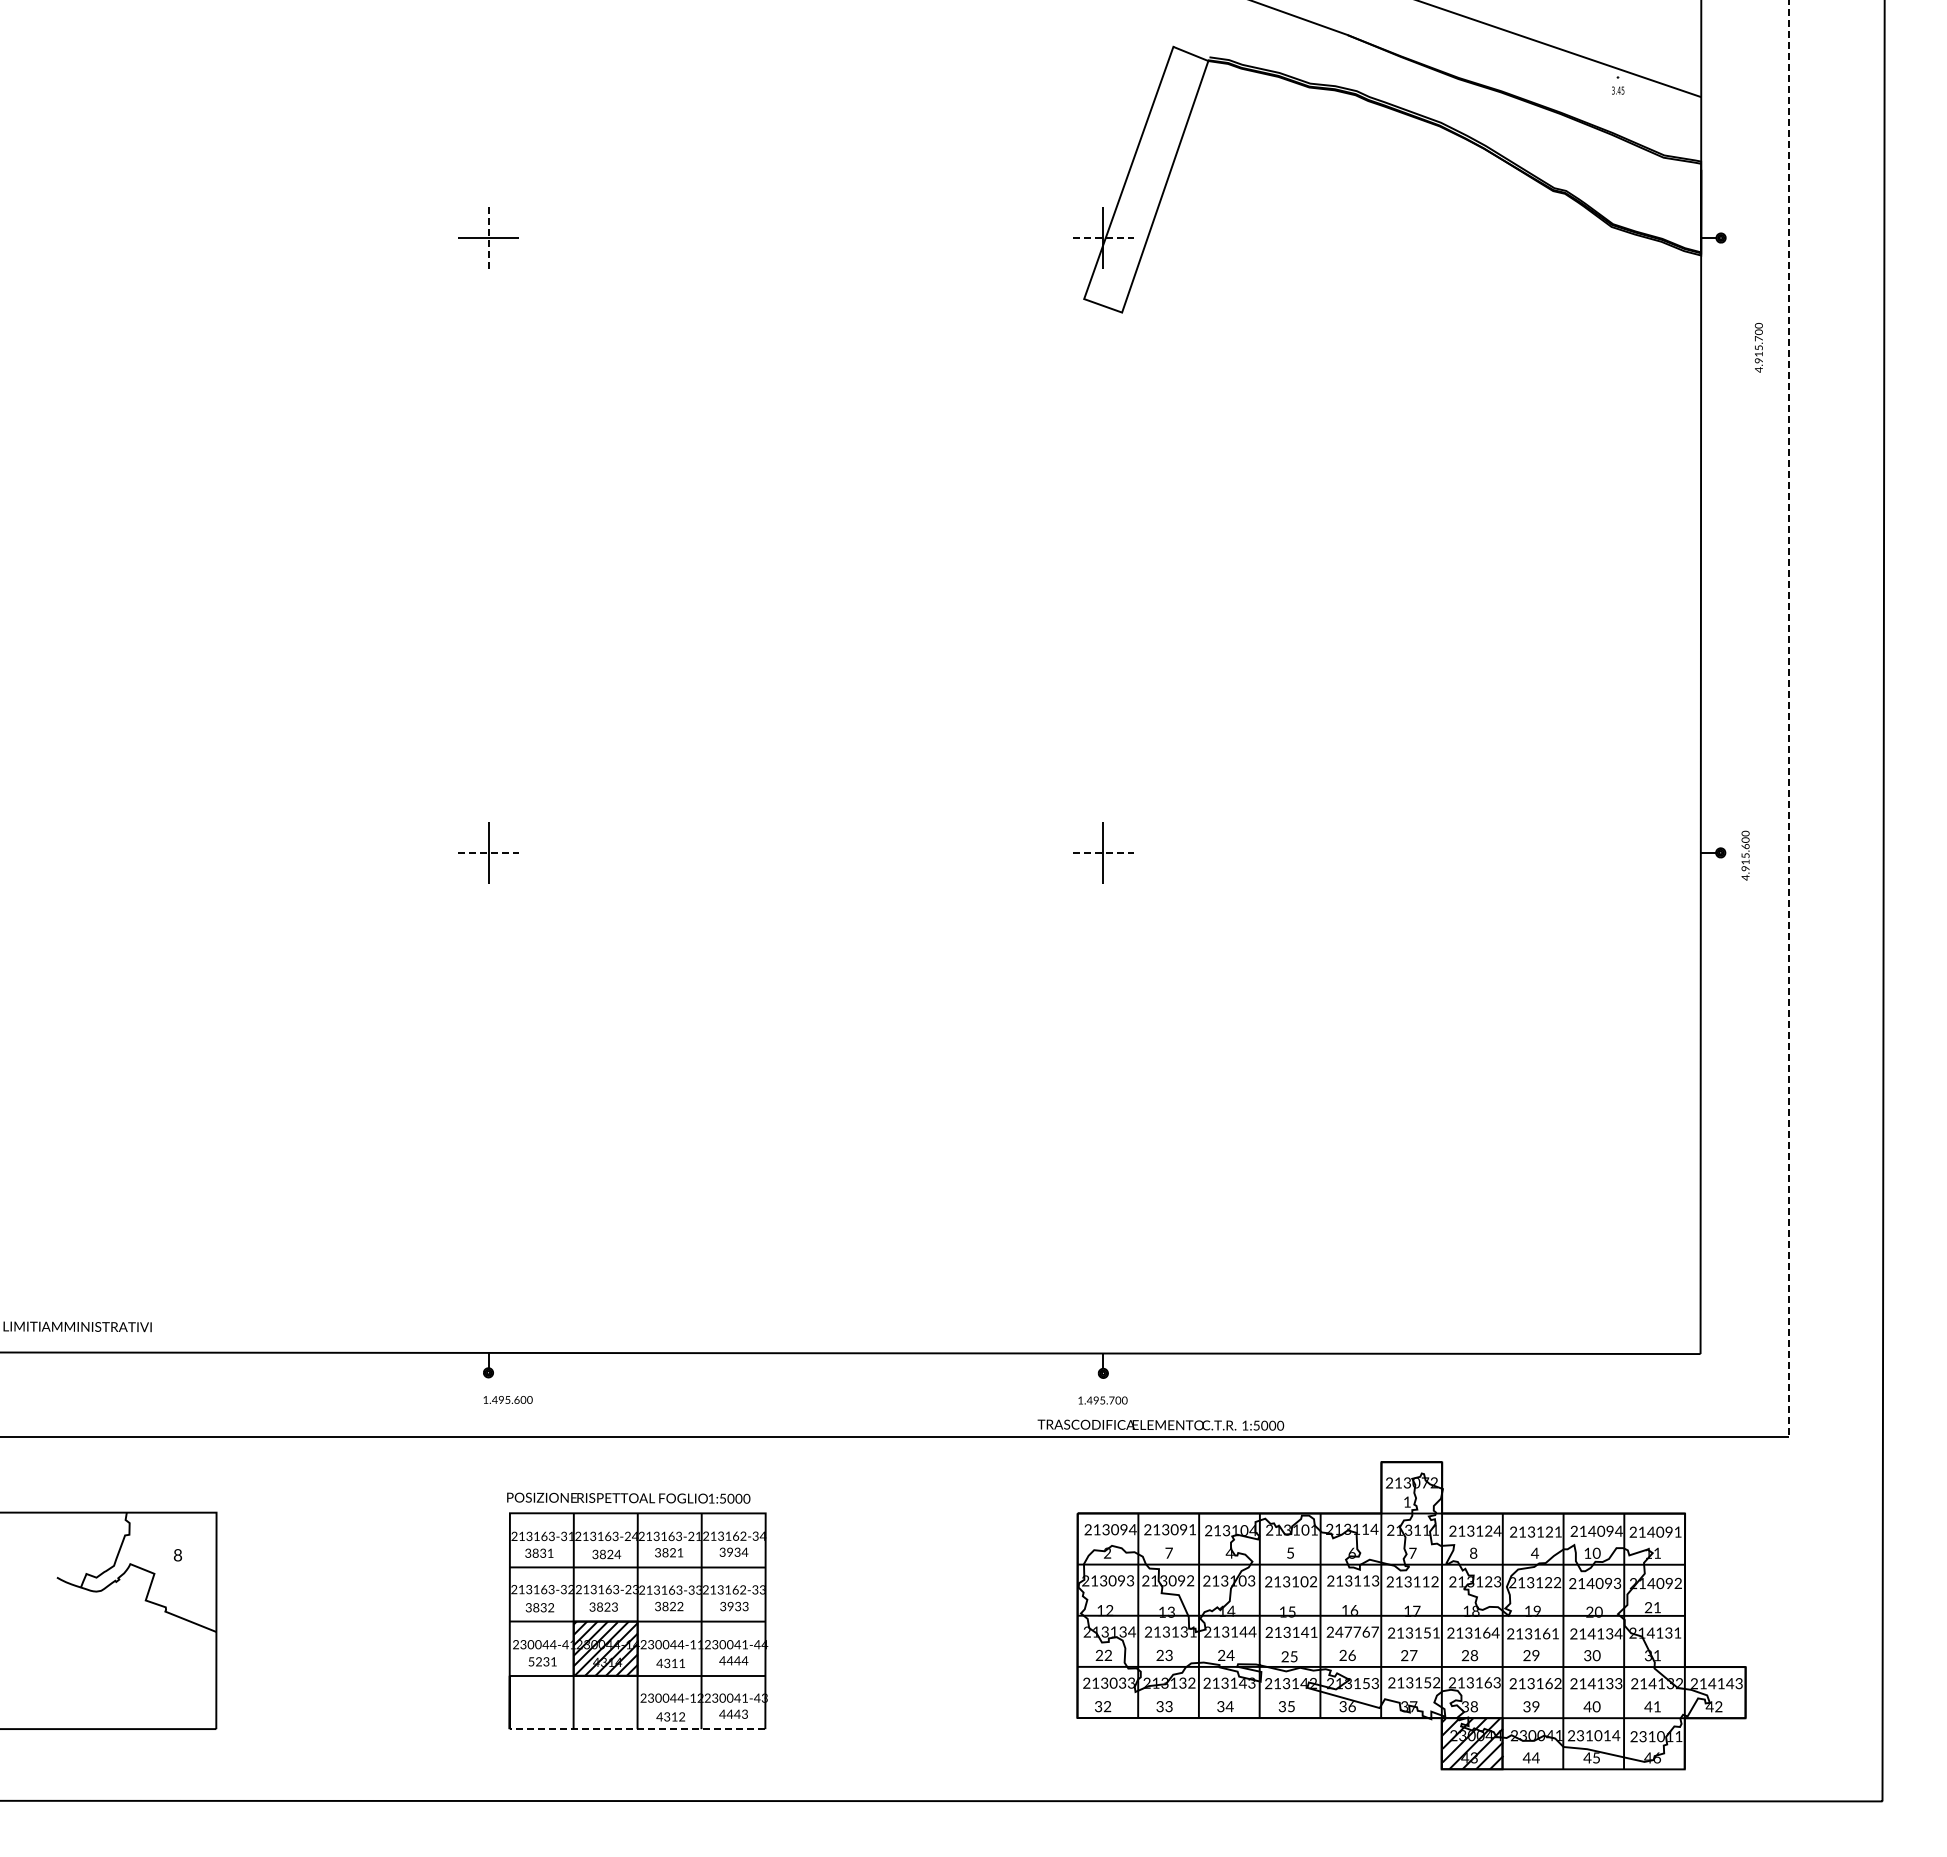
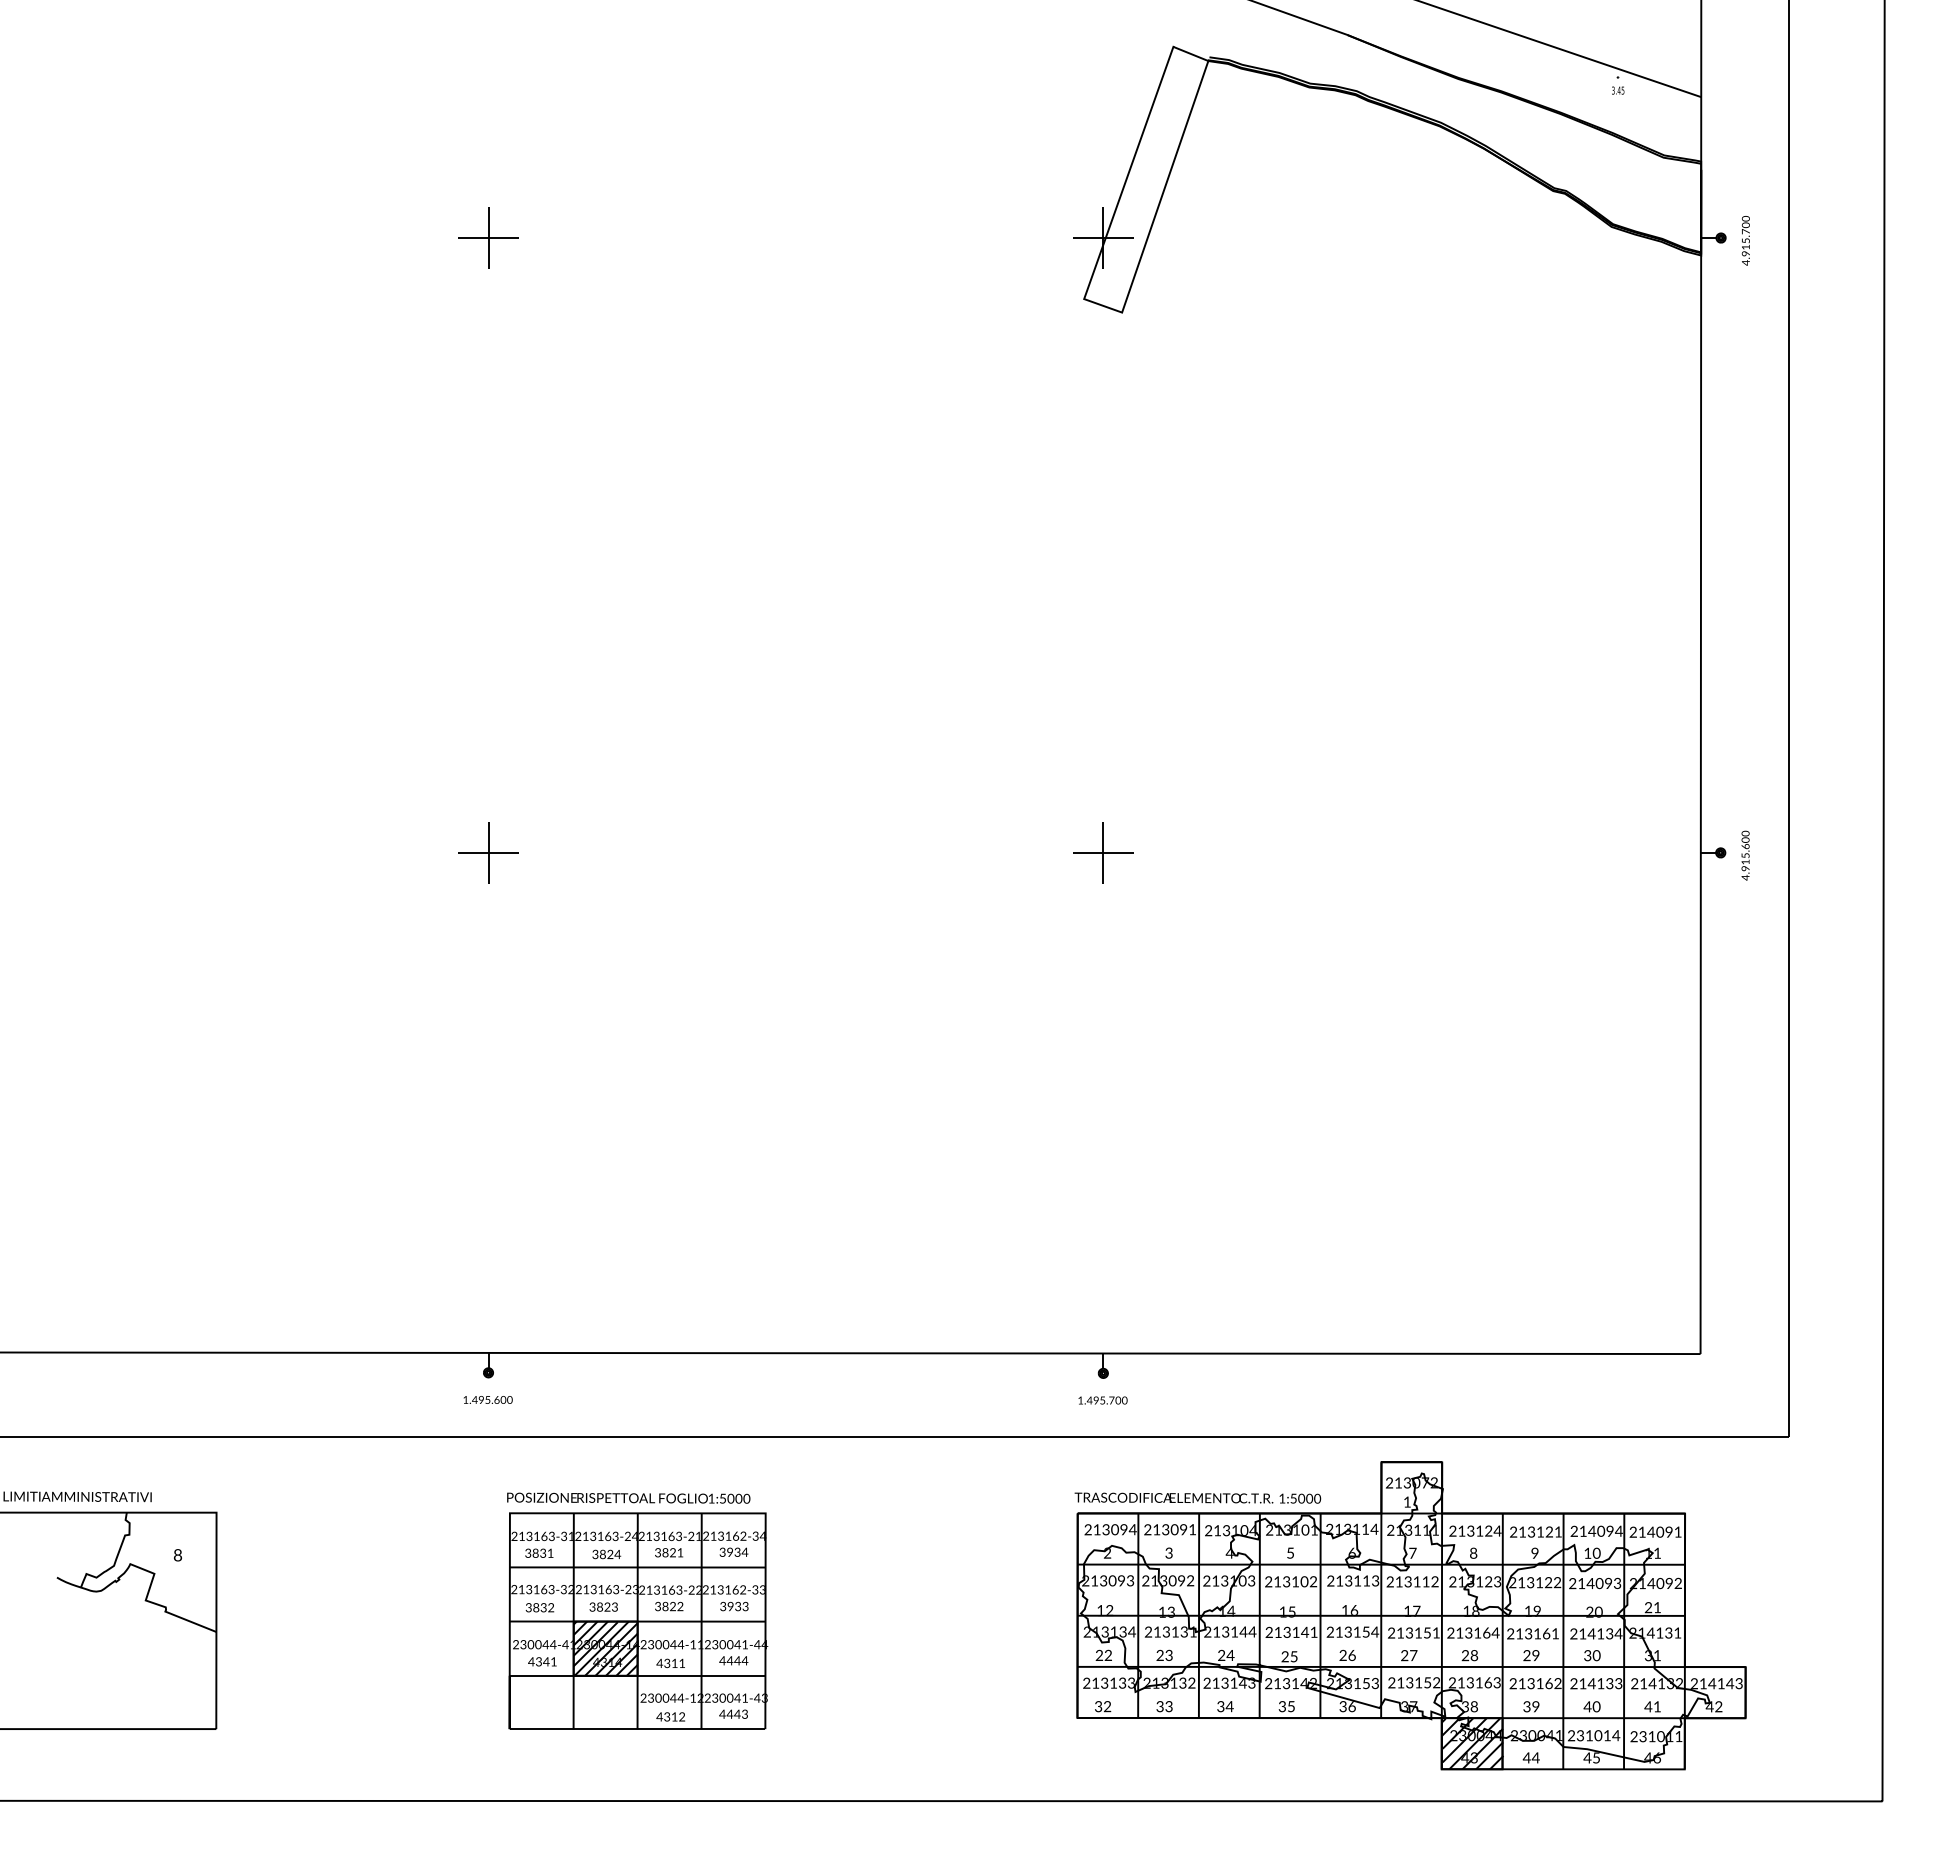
line at (488, 238): dashed -> solid
line at (1103, 238): dashed -> solid
text at (1758, 347) position: (1758, 347) -> (1745, 240)
line at (1789, 719): dashed -> solid
line at (488, 852): dashed -> solid
line at (1103, 852): dashed -> solid
text at (77, 1326) position: (77, 1326) -> (77, 1496)
text at (507, 1399) position: (507, 1399) -> (487, 1399)
text at (1160, 1424) position: (1160, 1424) -> (1197, 1497)
text at (1168, 1552): 7 -> 3
text at (1535, 1552): 4 -> 9
text at (694, 1591): 213163-33 -> 213163-22
text at (1357, 1631): 247767 -> 213154
text at (538, 1661): 5231 -> 4341
text at (1113, 1682): 213033 -> 213133
line at (637, 1729): dashed -> solid
